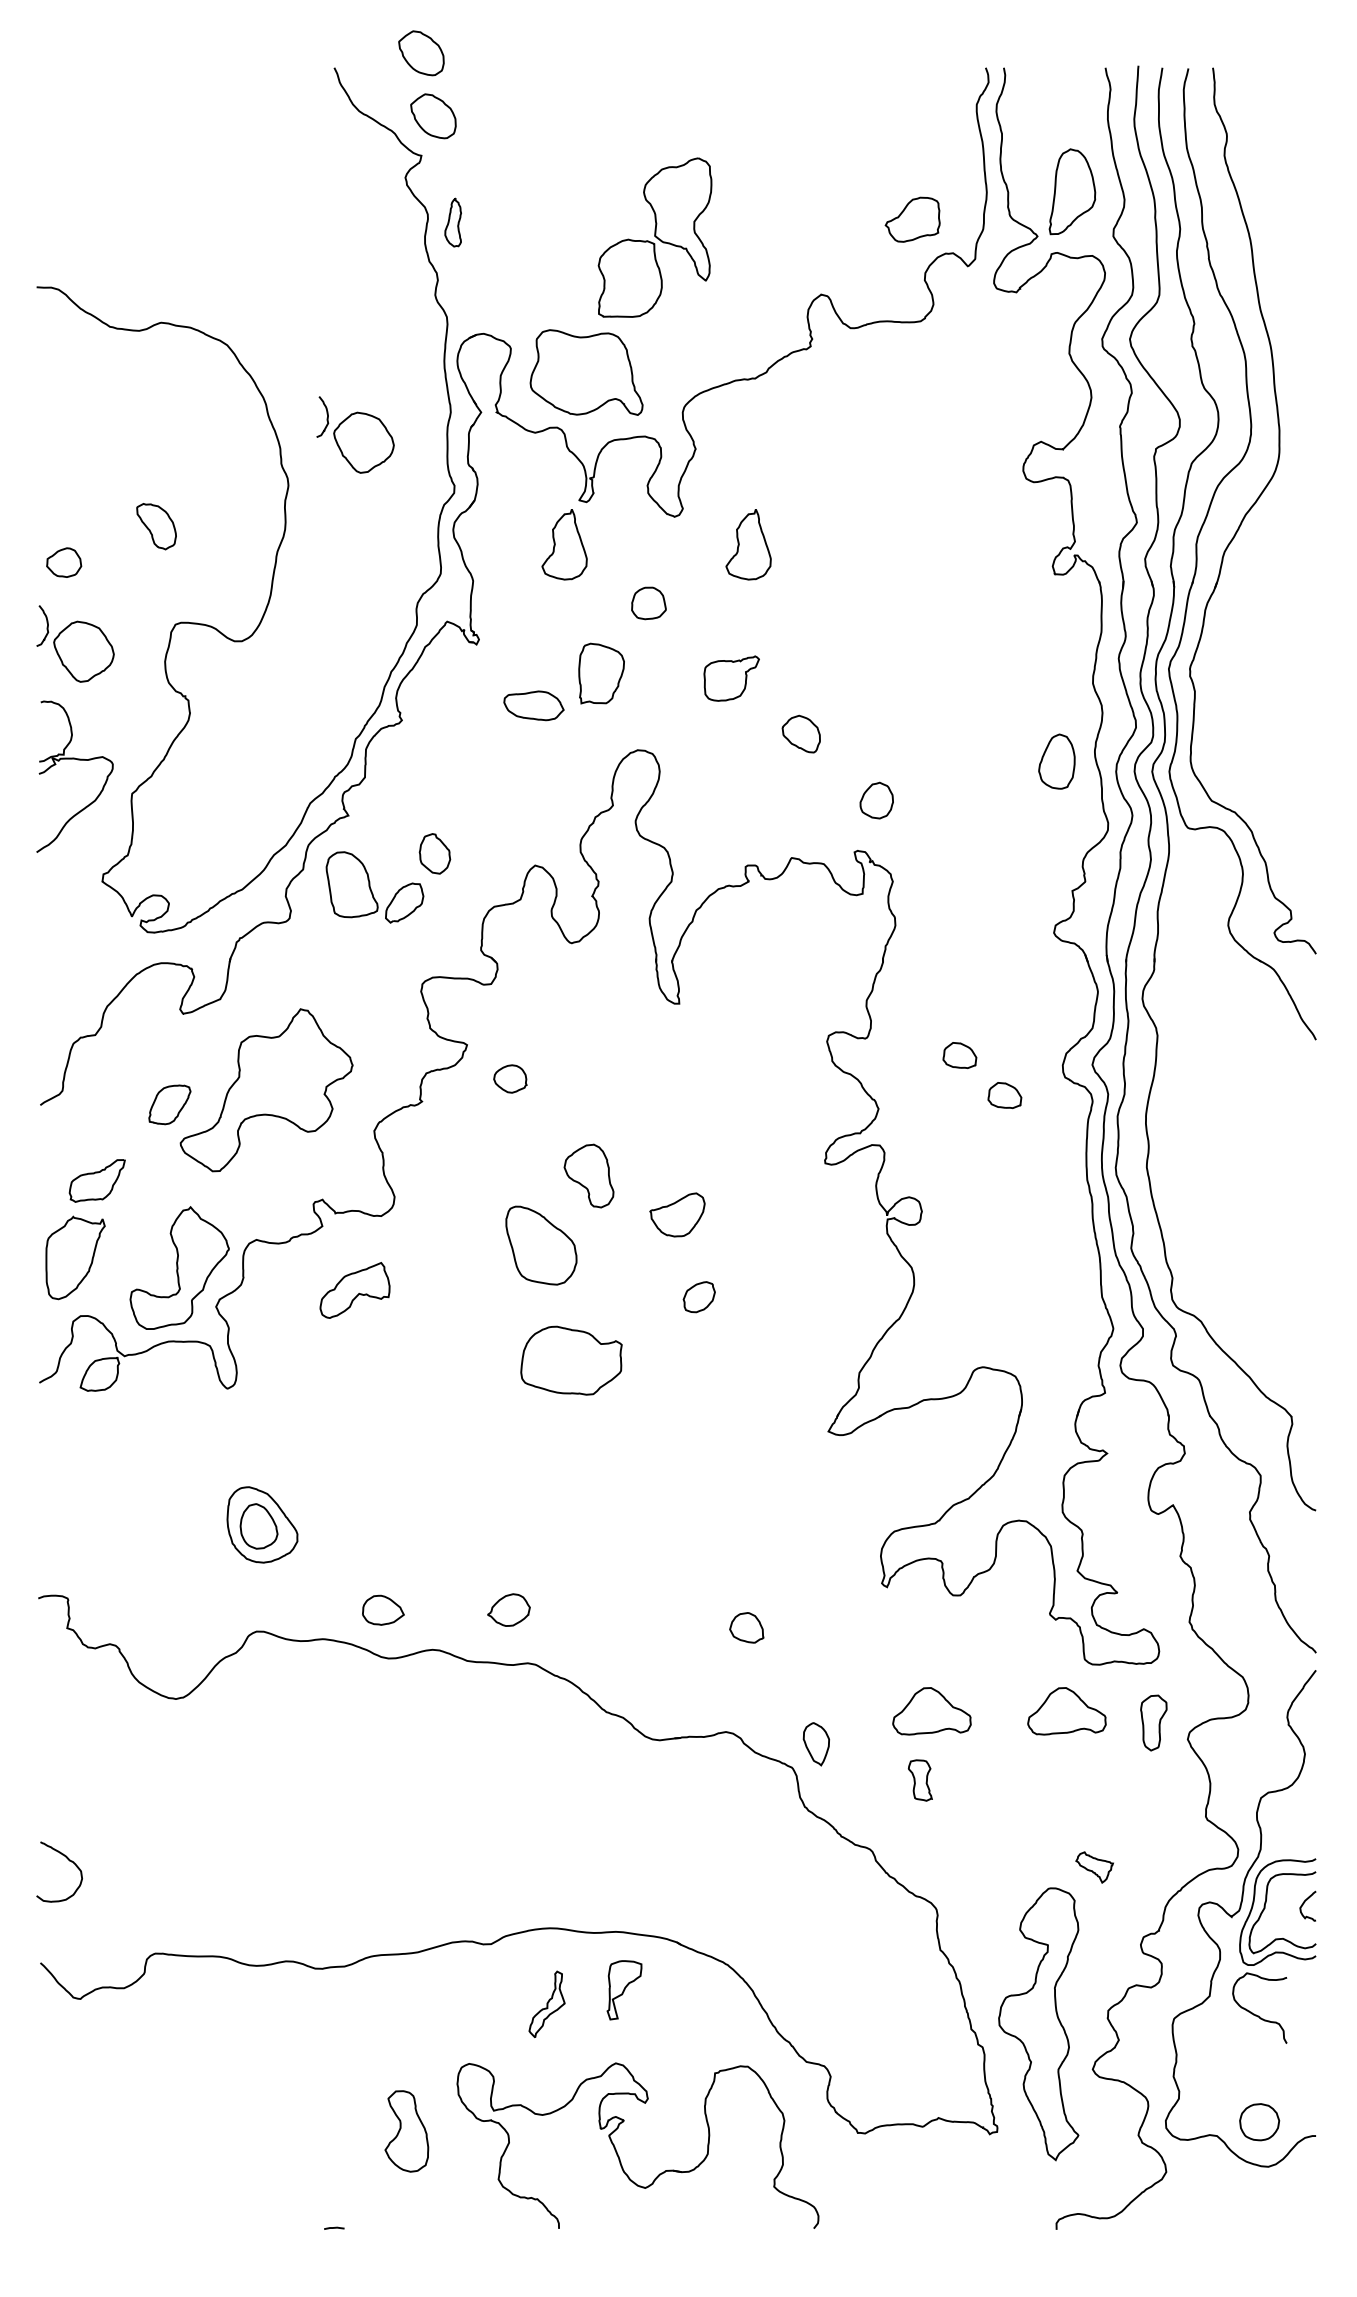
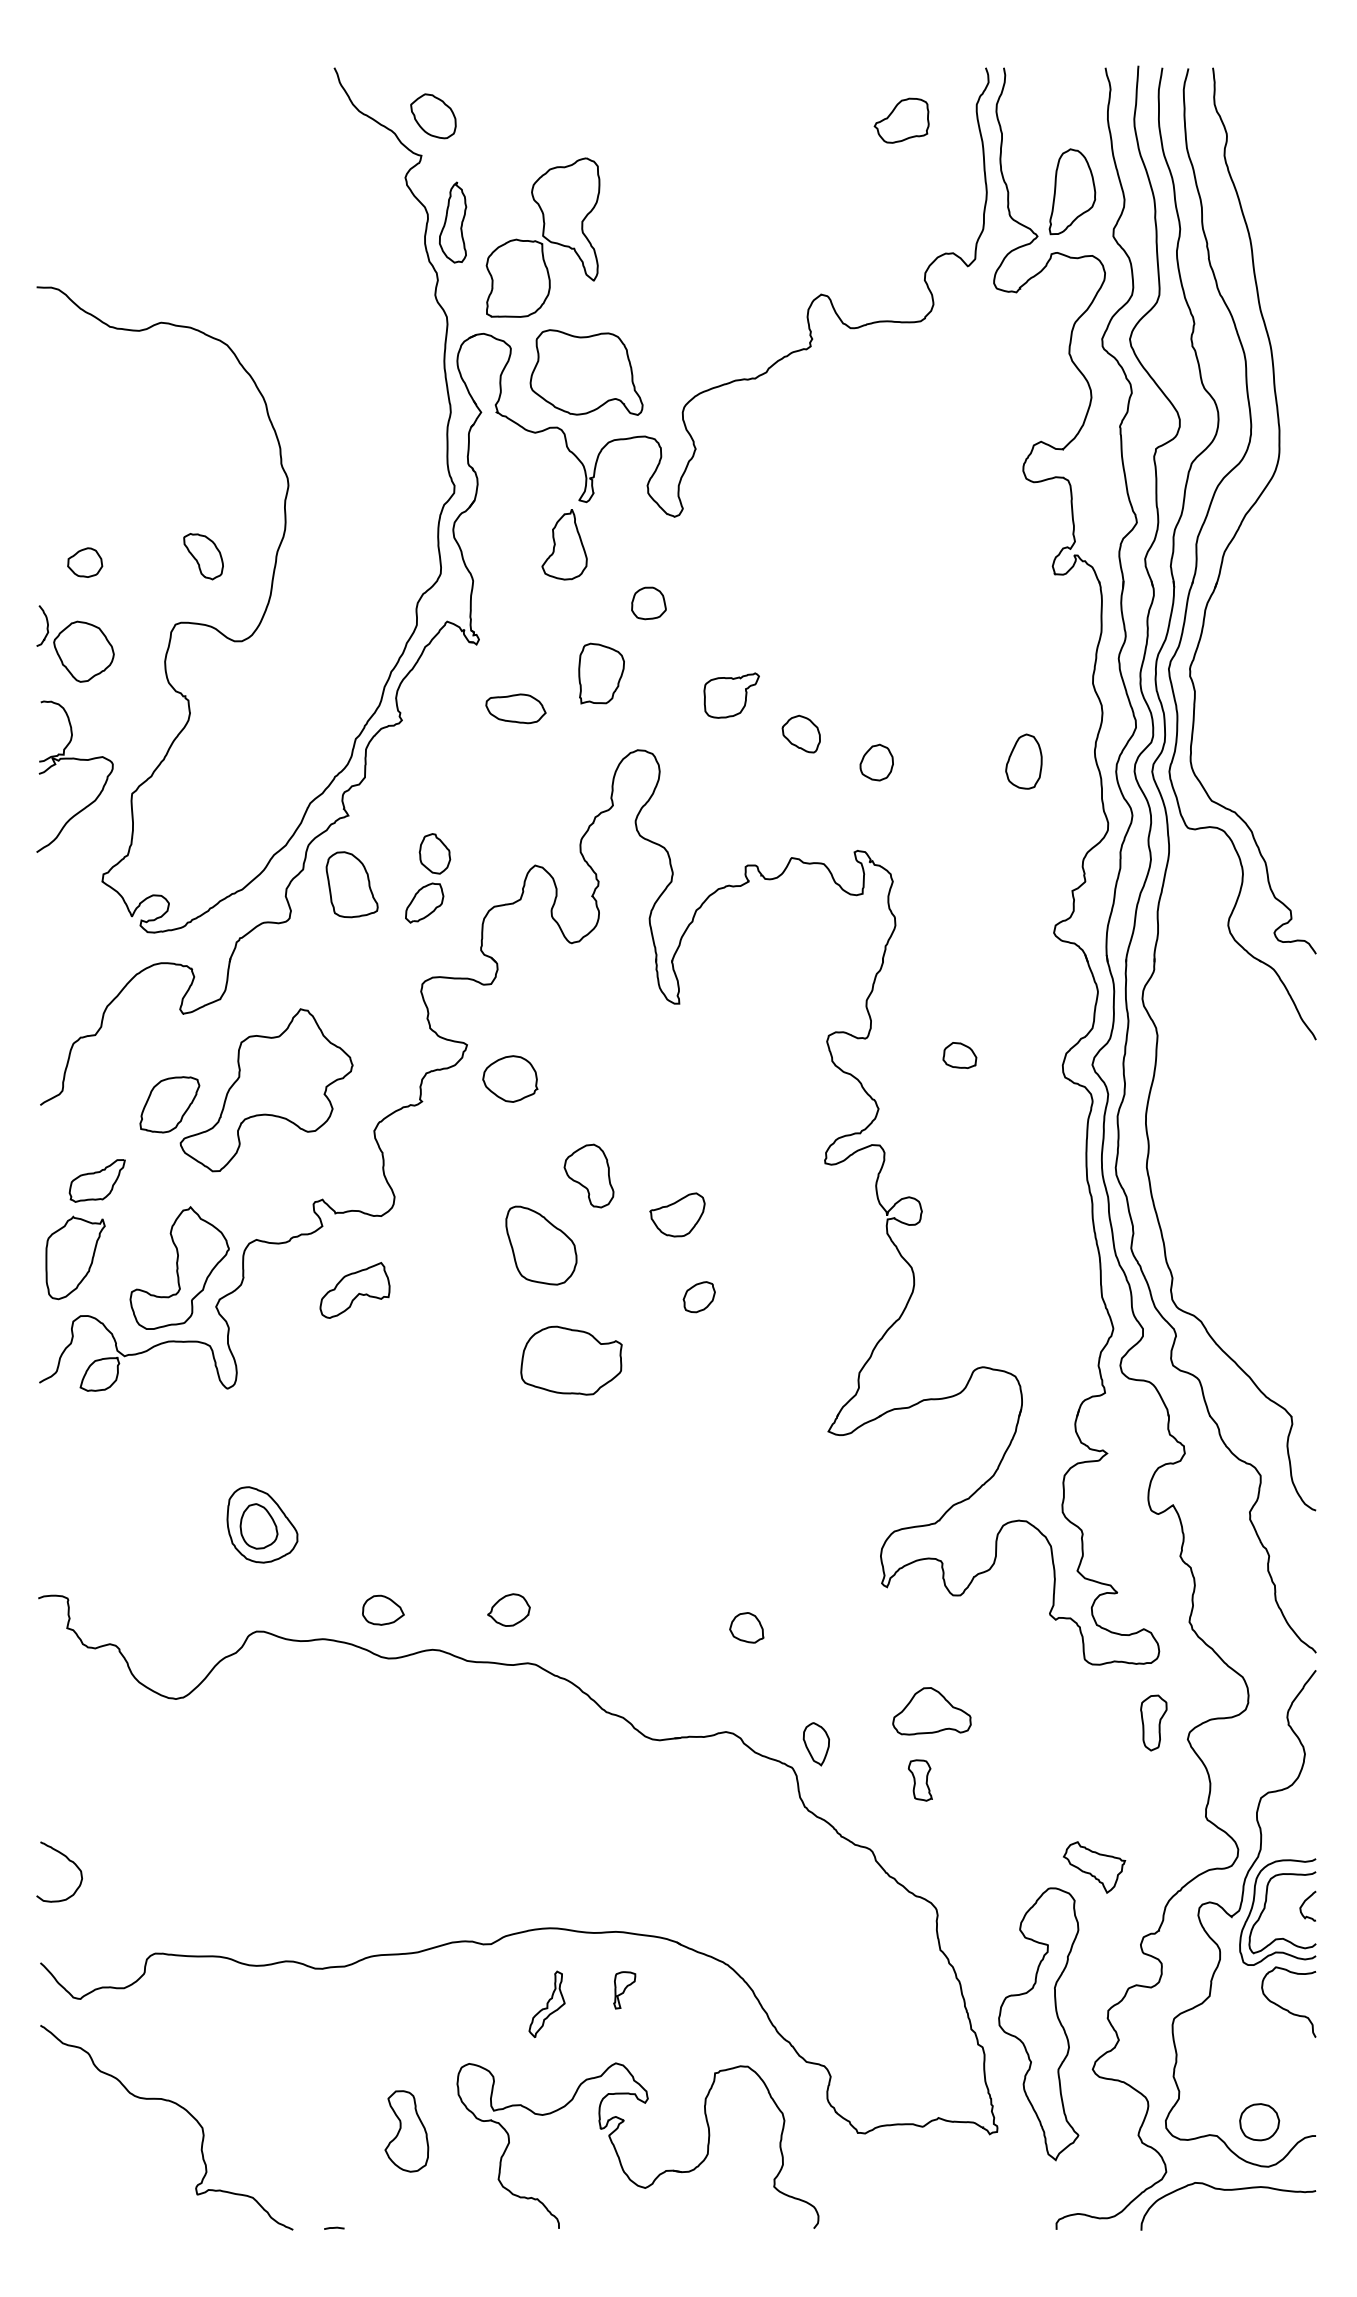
part at (421, 53): present -> none
part at (912, 219) position: (912, 219) -> (901, 120)
part at (452, 222) size: 18x51 px -> 29x83 px
part at (654, 237) position: (654, 237) -> (542, 237)
part at (355, 434): present -> none
part at (156, 526) position: (156, 526) -> (203, 556)
part at (748, 544): present -> none
part at (64, 562) position: (64, 562) -> (85, 562)
part at (731, 678) position: (731, 678) -> (731, 695)
part at (533, 705) position: (533, 705) -> (515, 708)
part at (1056, 761) position: (1056, 761) -> (1023, 761)
part at (876, 800) position: (876, 800) -> (876, 762)
part at (404, 902) position: (404, 902) -> (424, 902)
part at (510, 1078) size: 35x30 px -> 57x48 px
part at (1004, 1095): present -> none
part at (169, 1104) size: 44x42 px -> 62x58 px
part at (1066, 1711): present -> none
part at (1094, 1867) size: 39x33 px -> 64x53 px
part at (624, 1990) size: 37x61 px -> 24x39 px
curve at (1256, 2014) position: (1256, 2014) -> (1285, 2008)
curve at (178, 2106): none -> present
curve at (1228, 2190): none -> present
